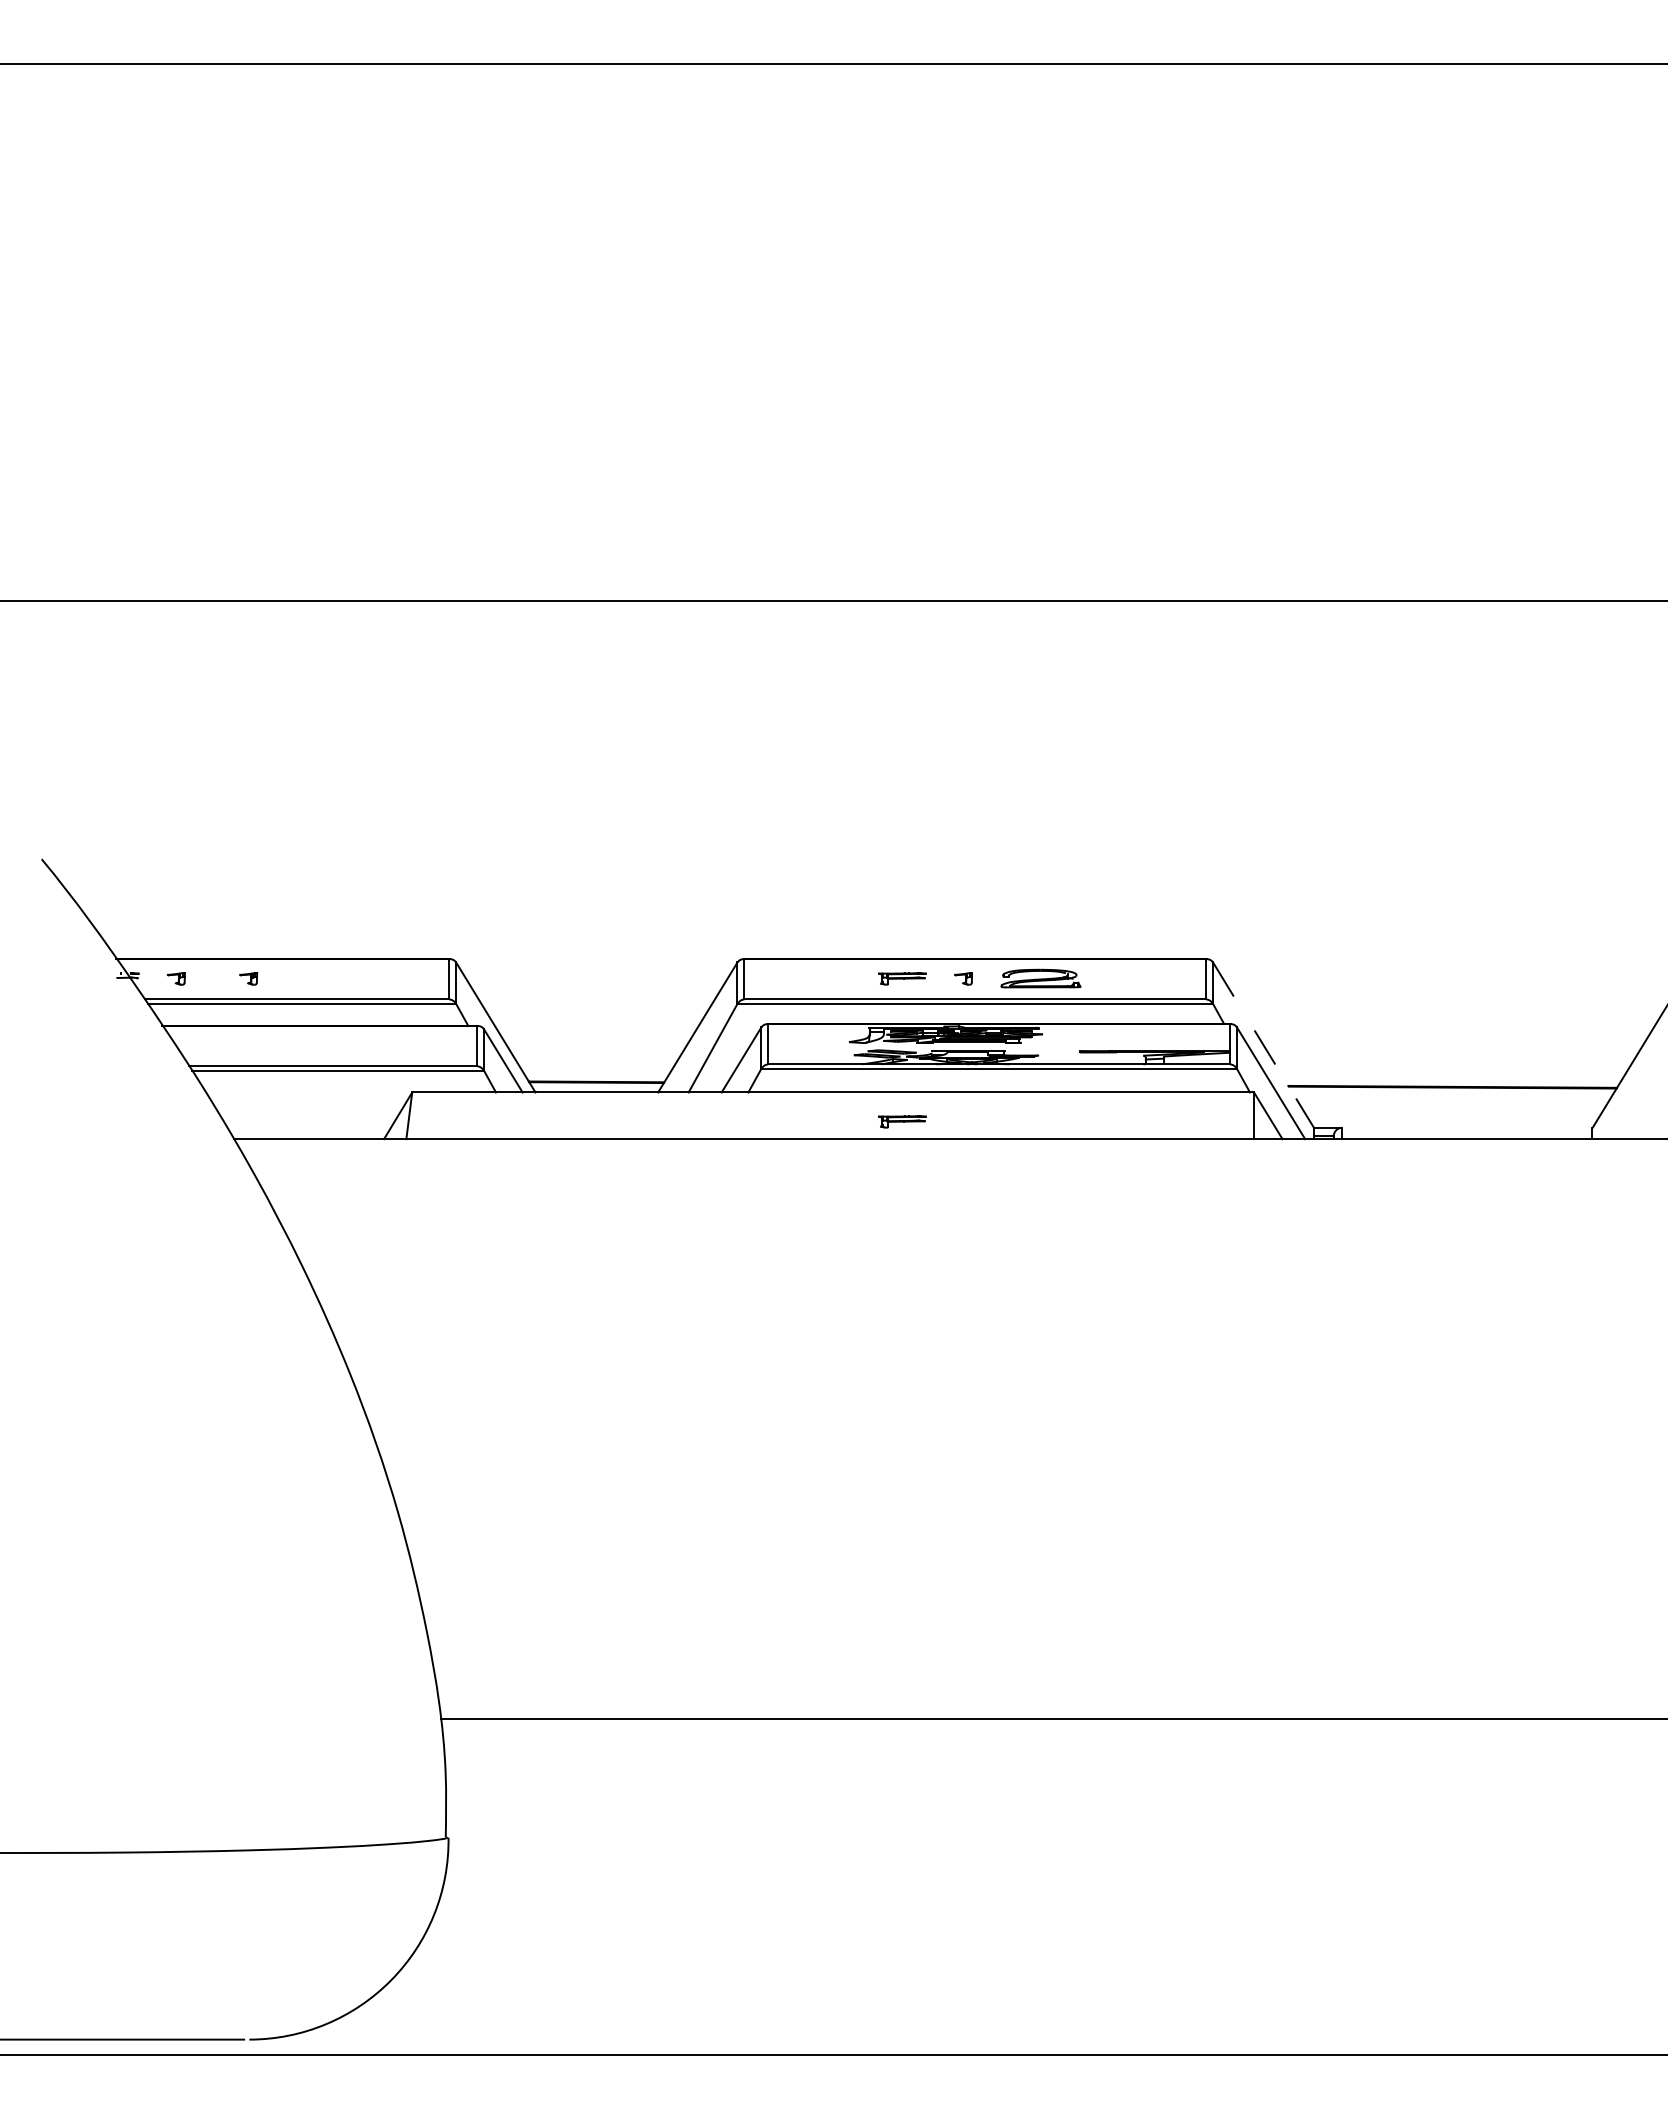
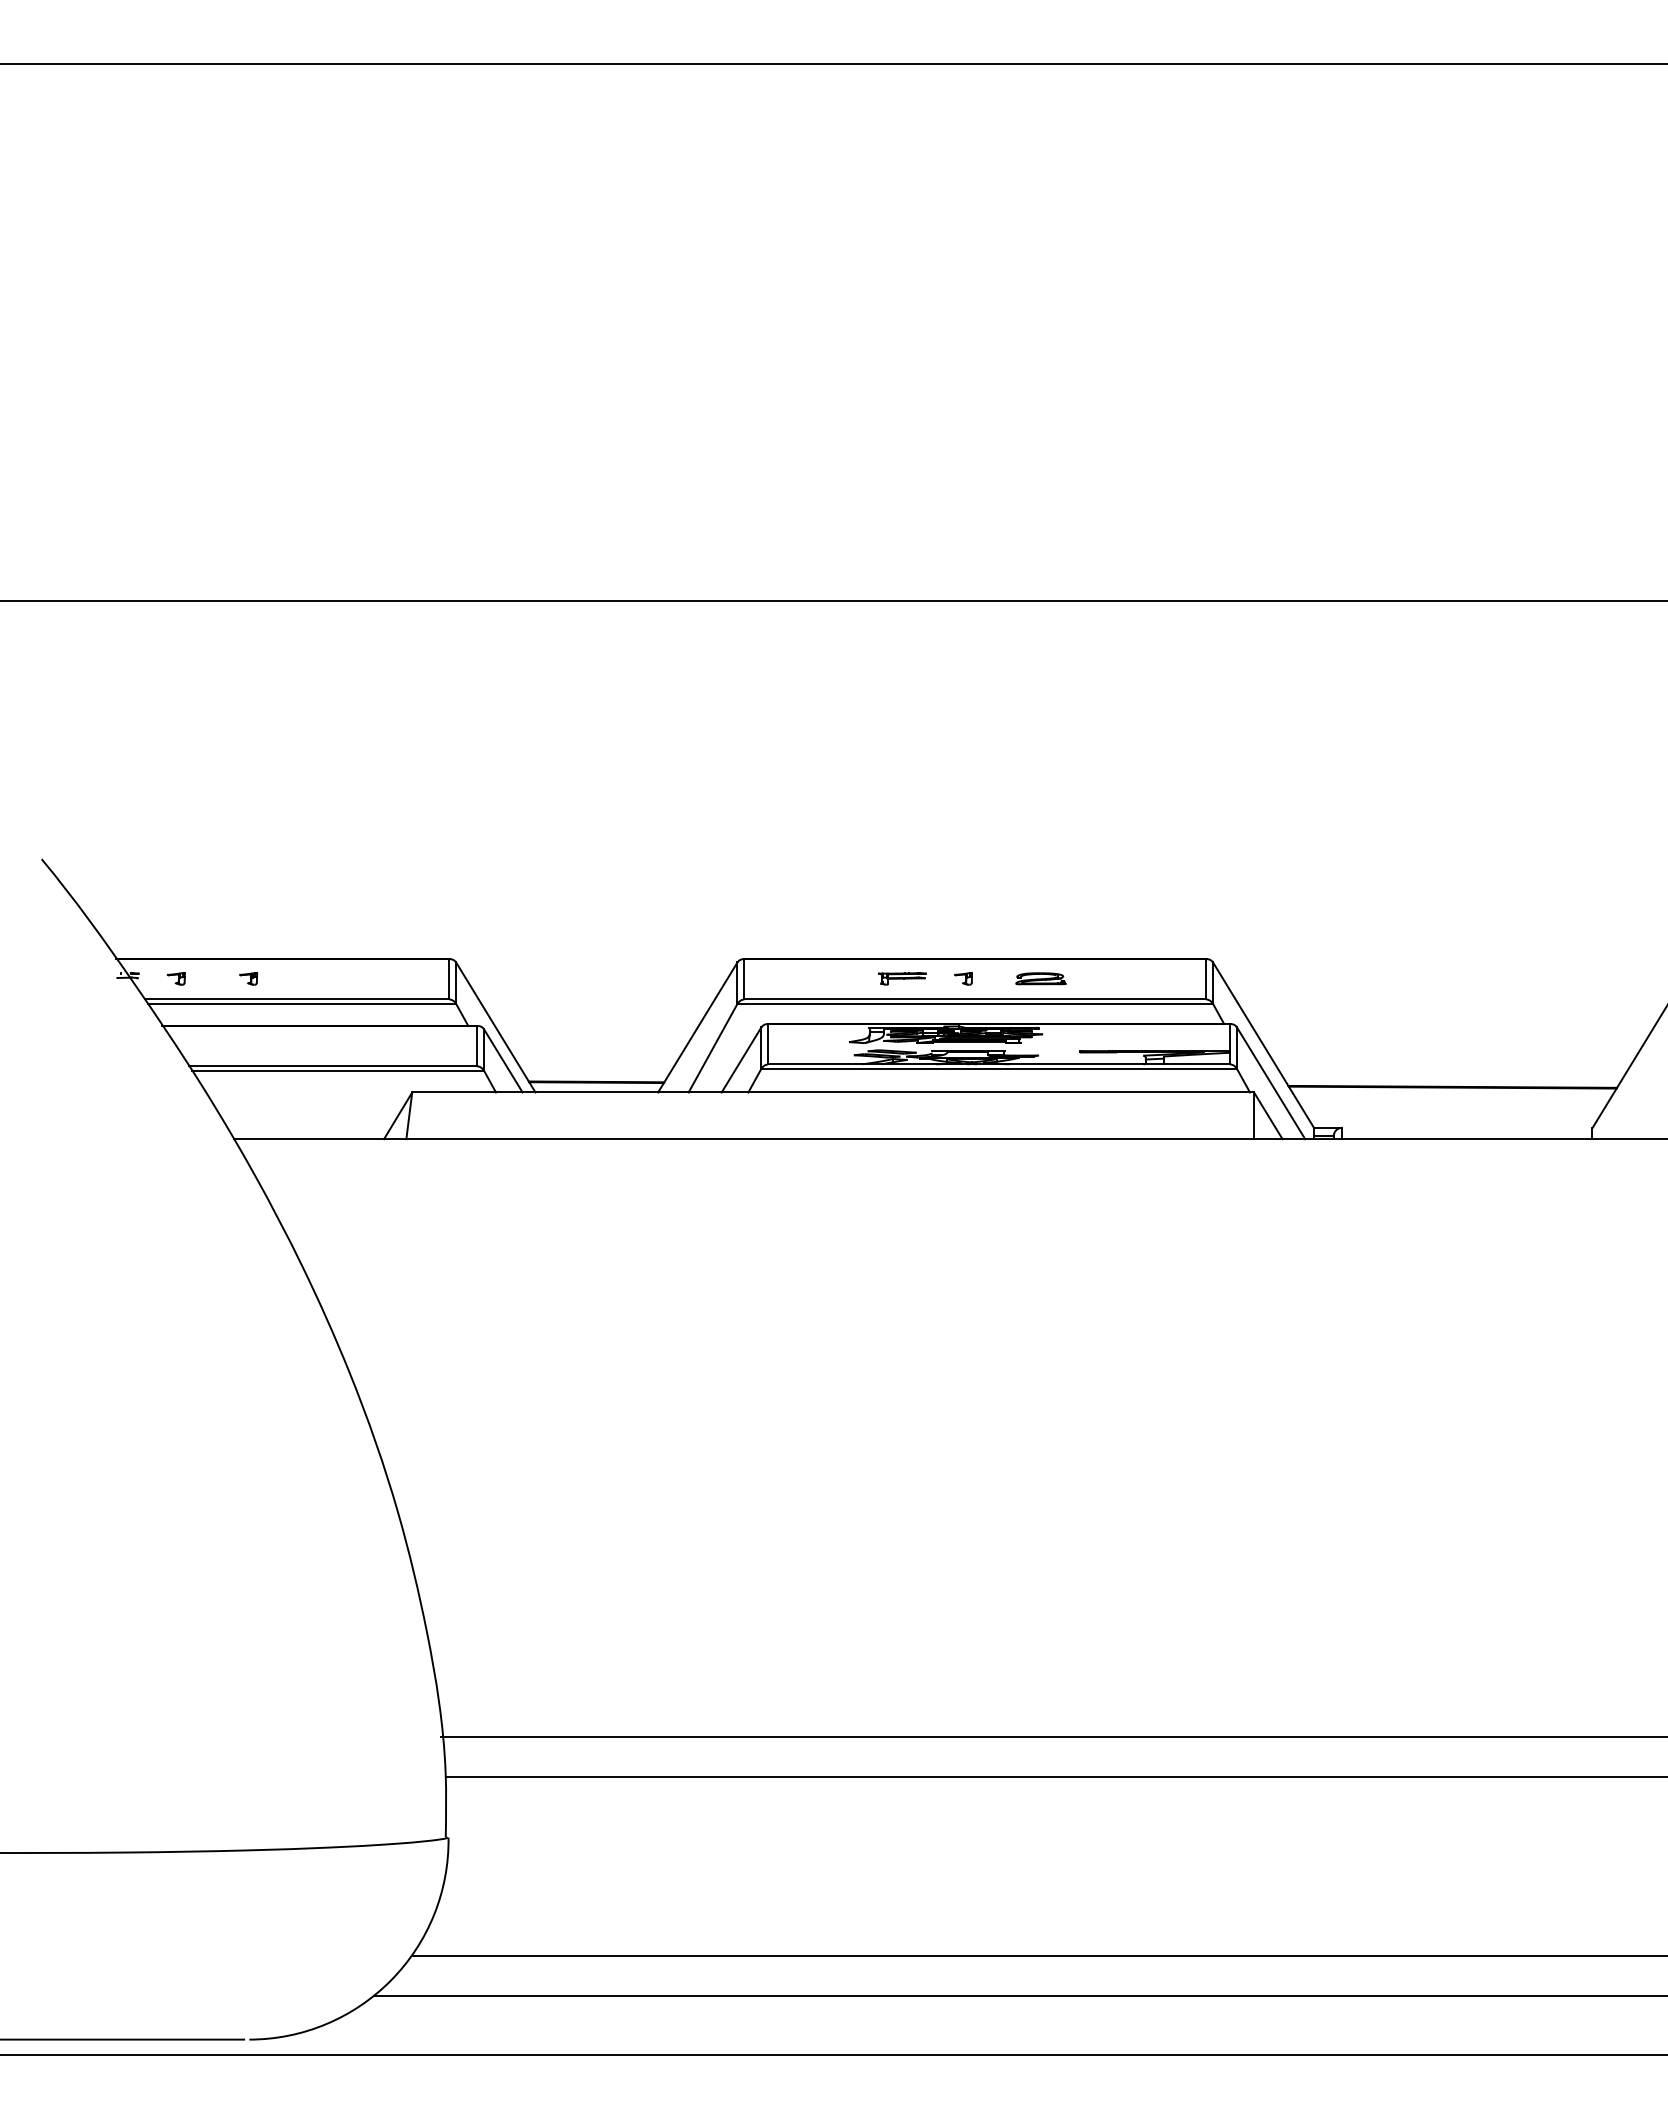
part at (1040, 978) size: 82x21 px -> 52x14 px
line at (1263, 1045): dashed -> solid
part at (902, 1121): present -> none
line at (1052, 1718) position: (1052, 1718) -> (1052, 1736)
line at (1054, 1776): none -> present
line at (1037, 1955): none -> present
line at (1019, 1995): none -> present
